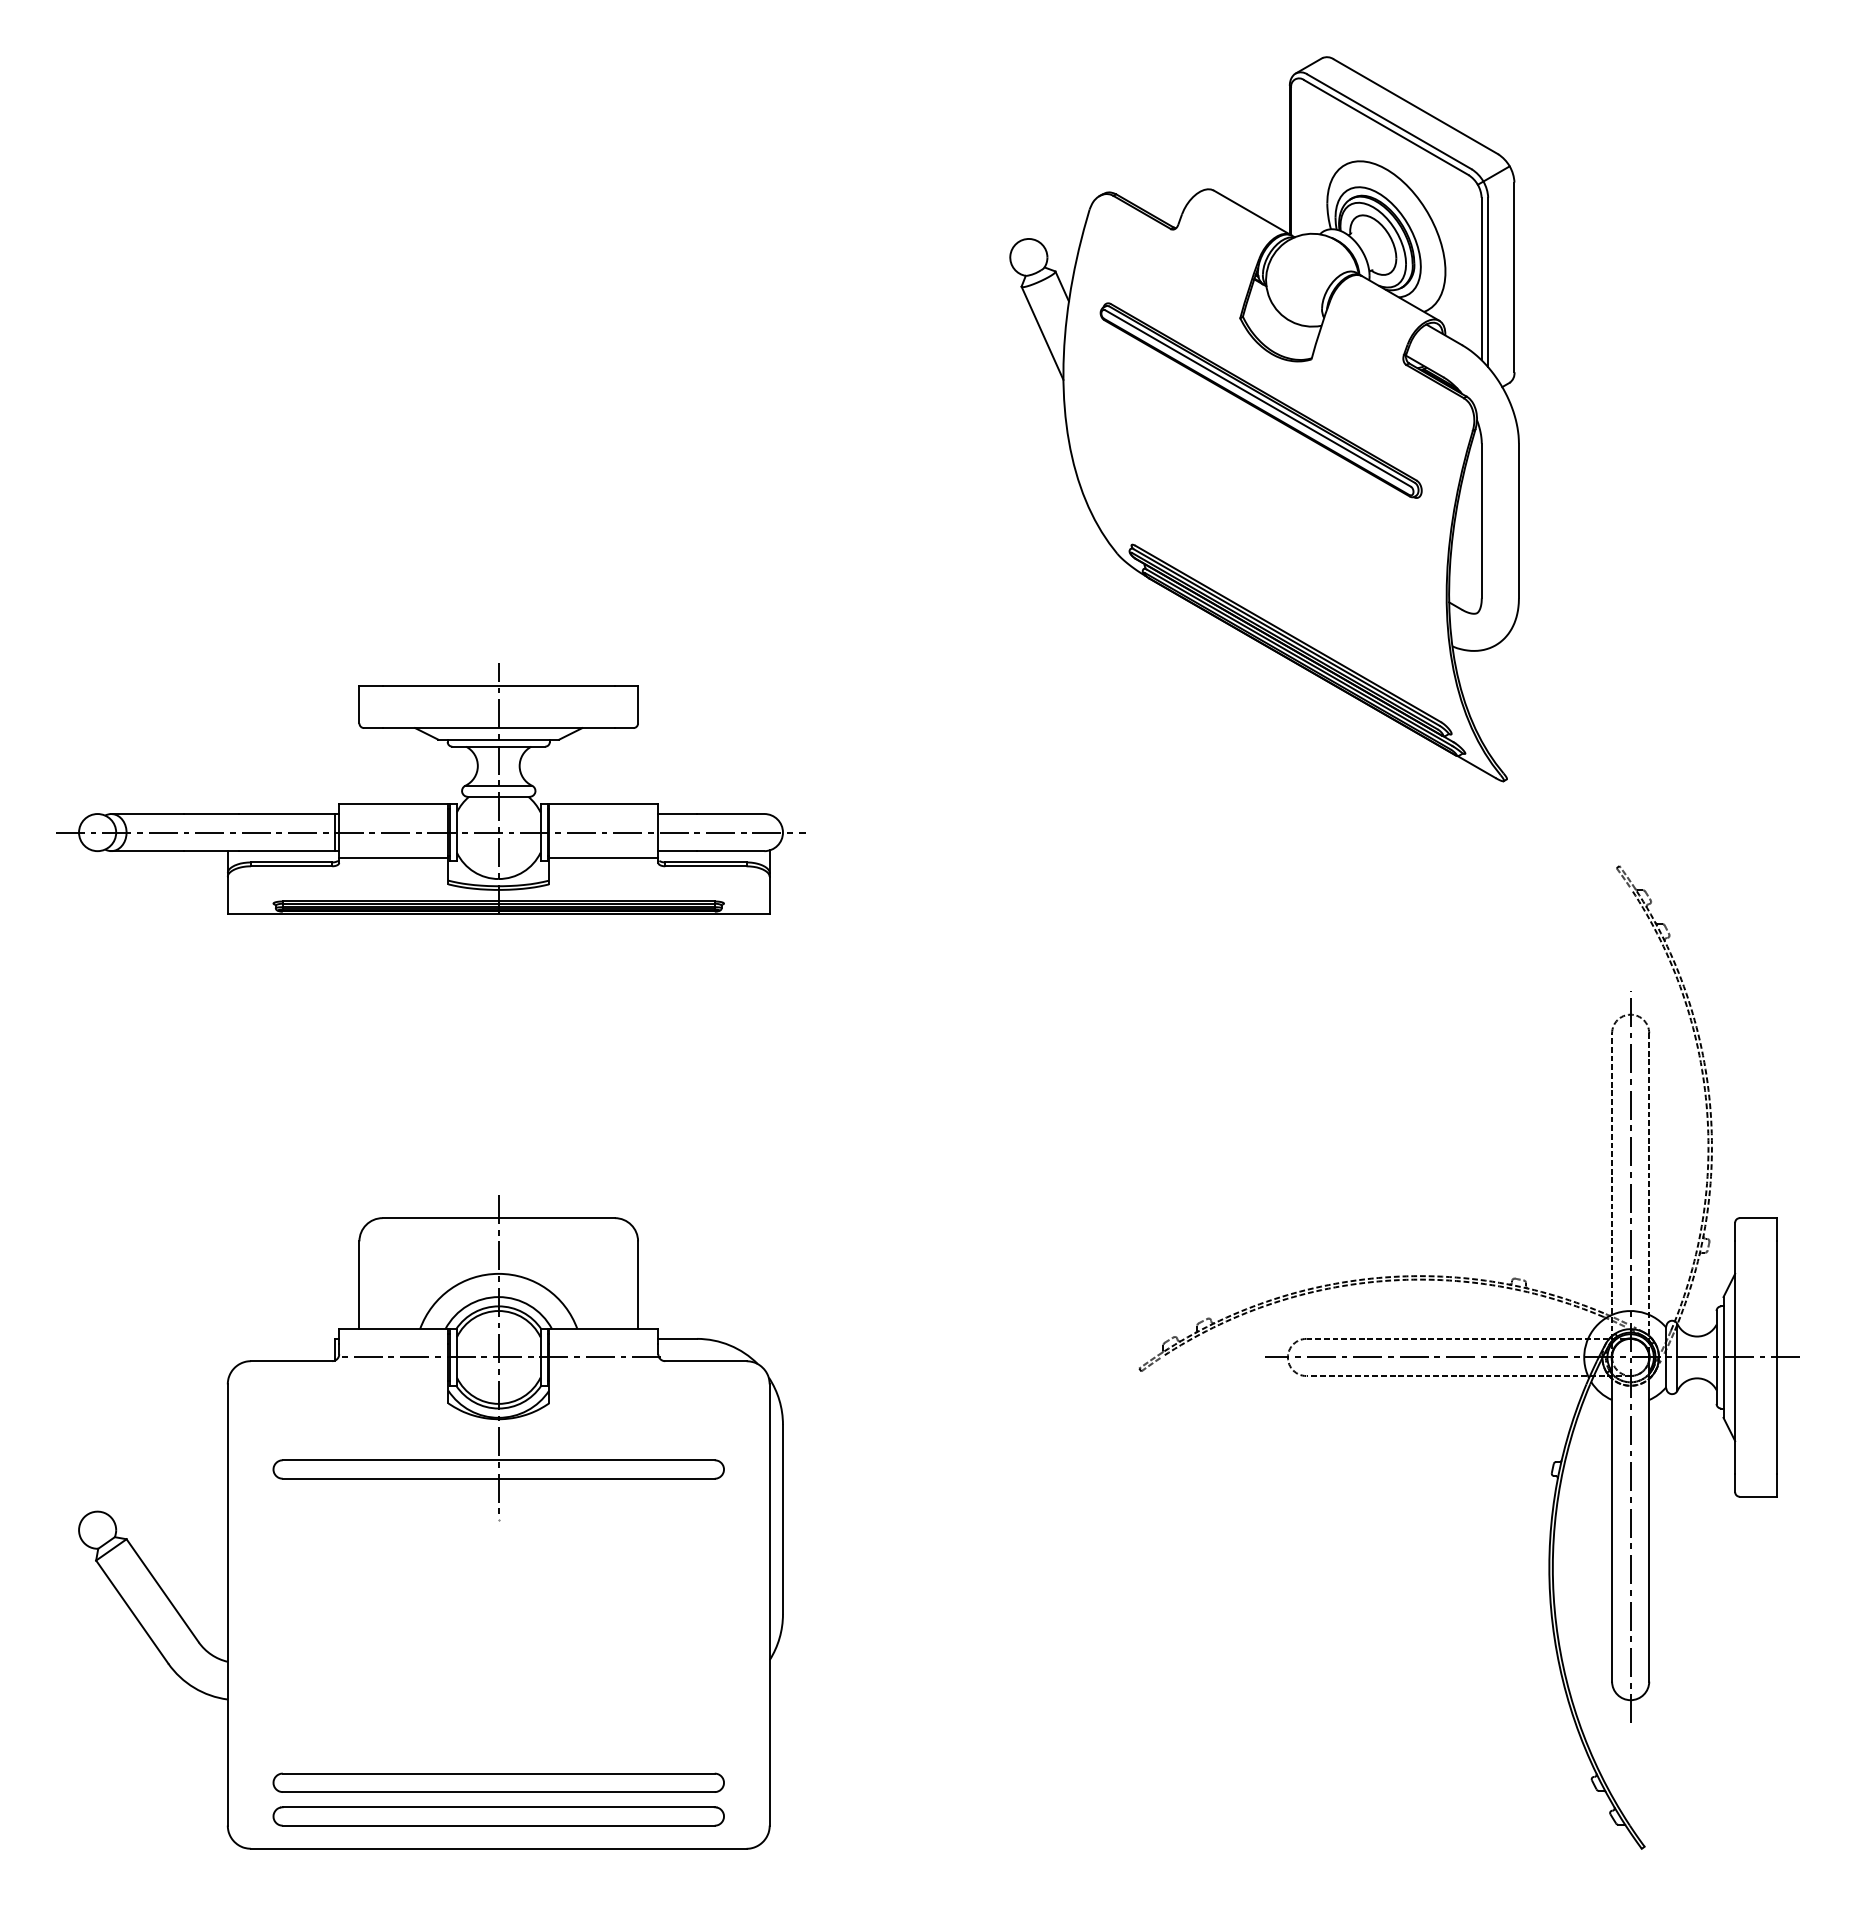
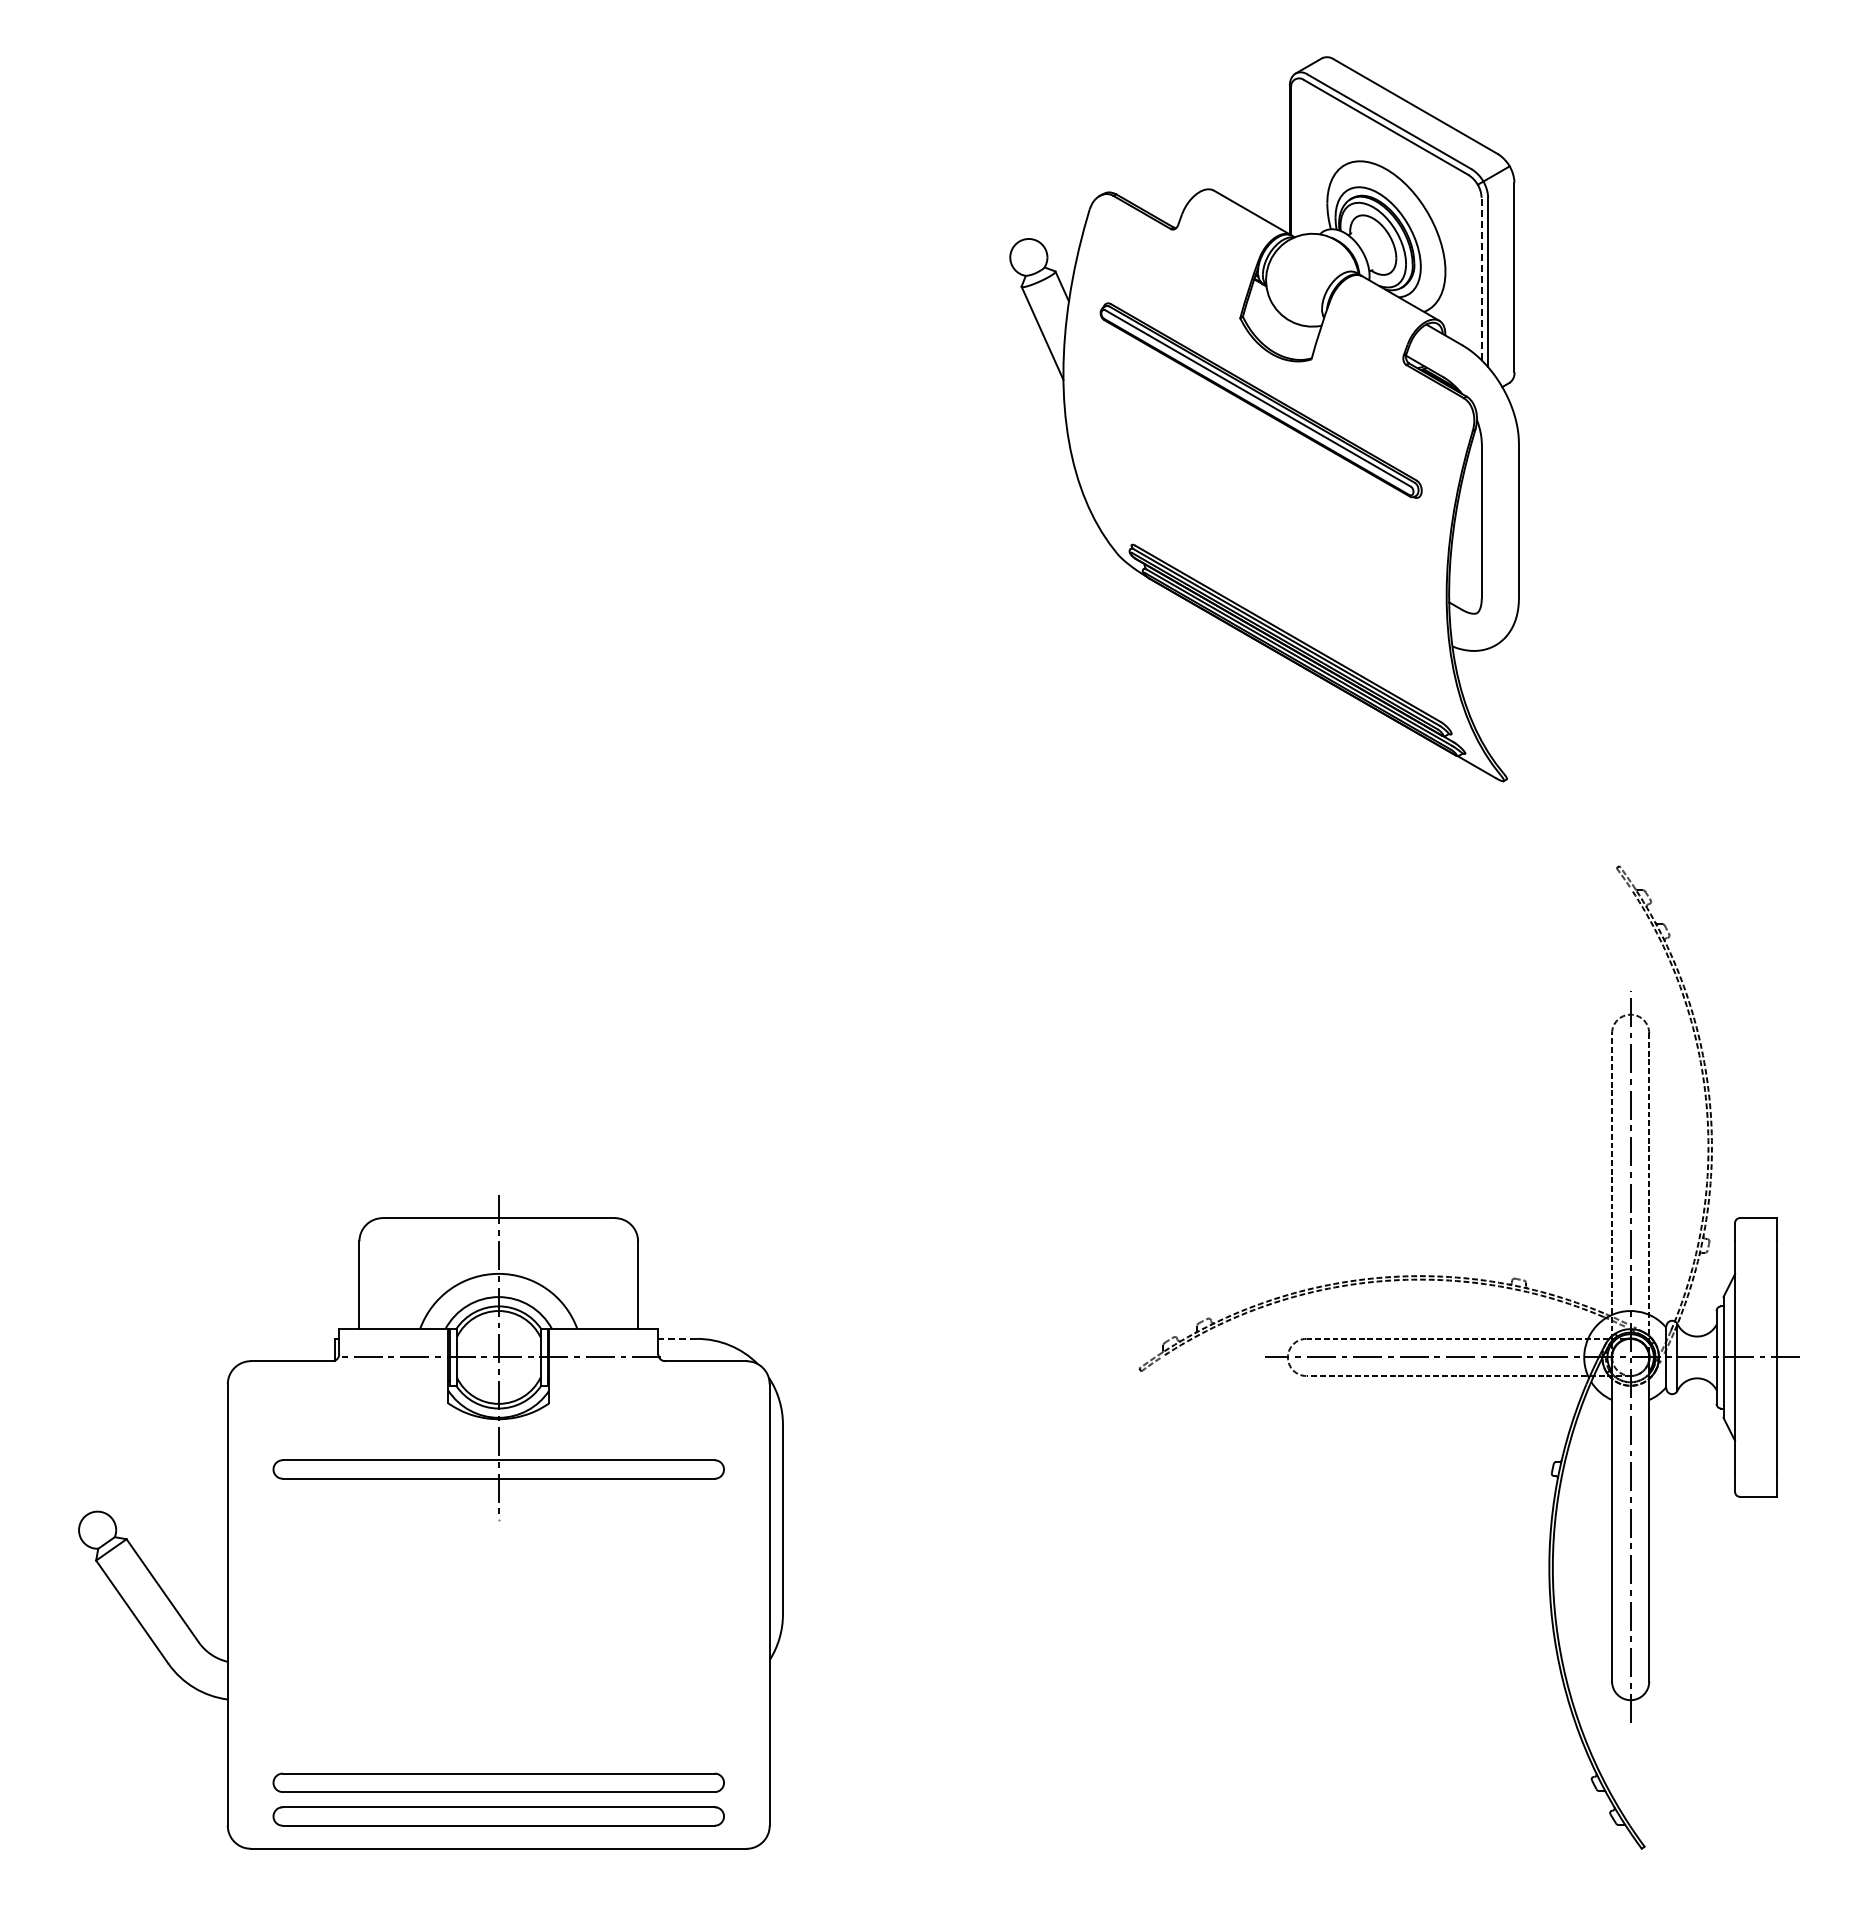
line at (1481, 278): solid -> dashed
part at (430, 803): present -> none
line at (677, 1338): solid -> dashed
